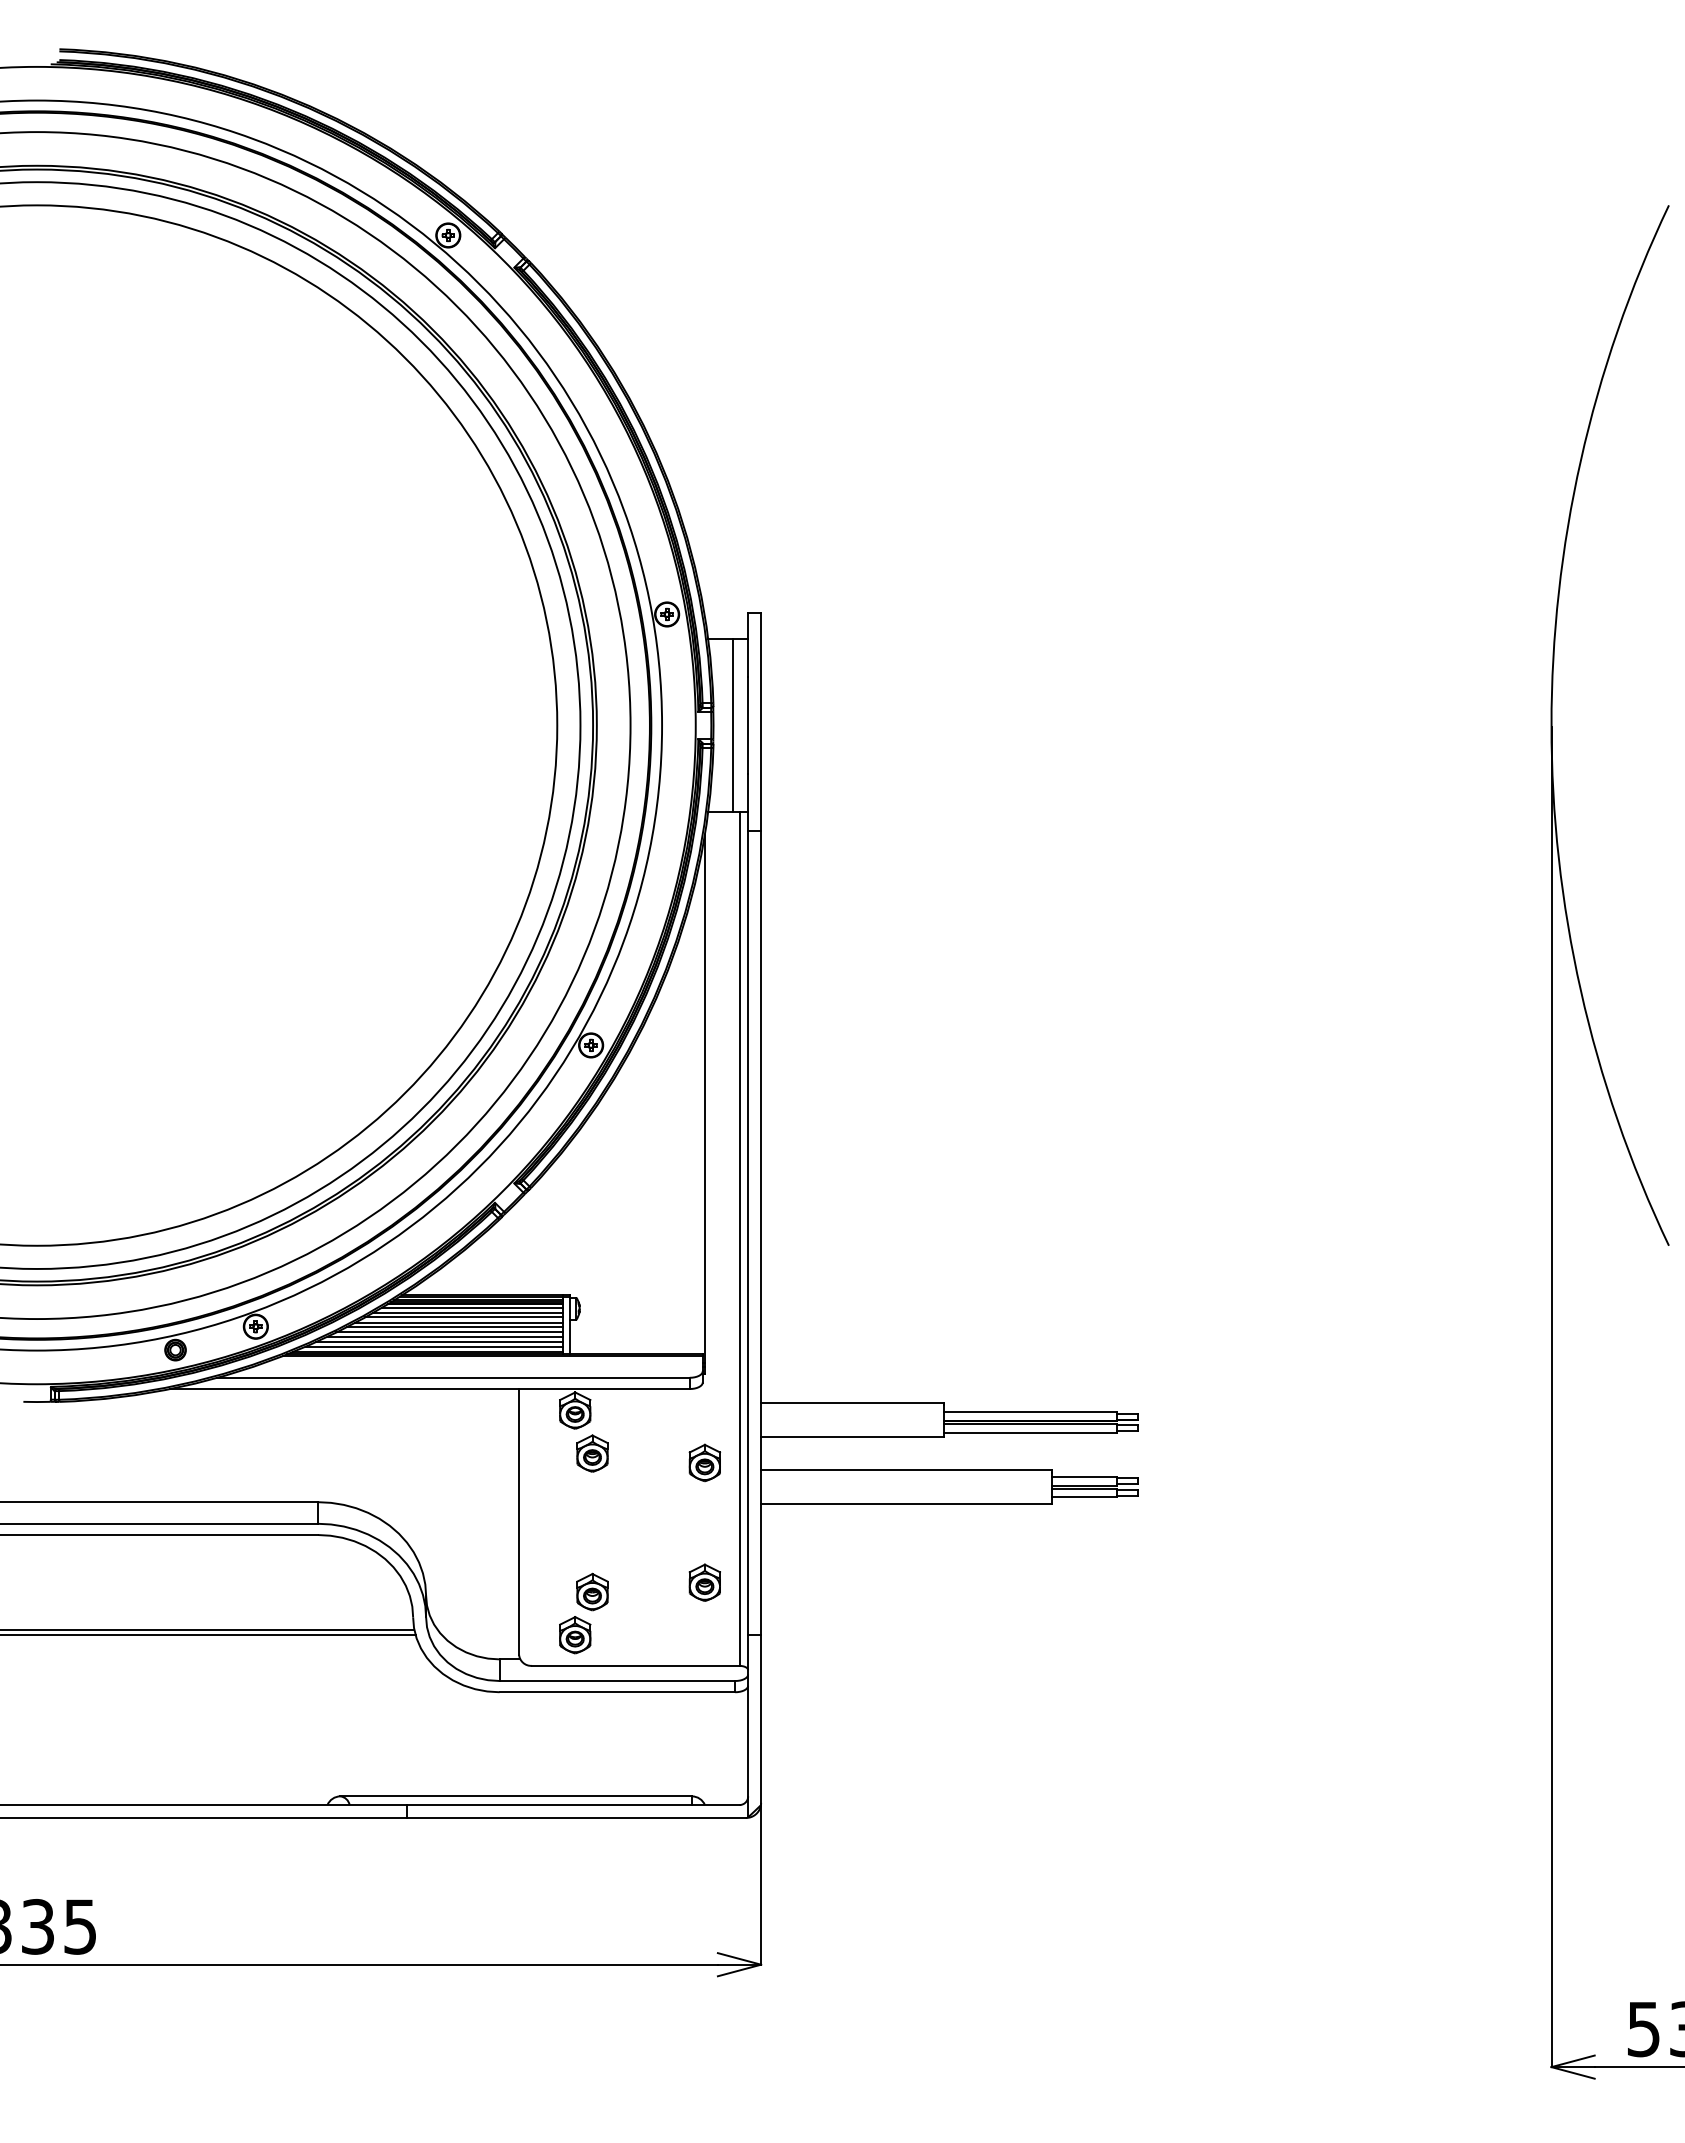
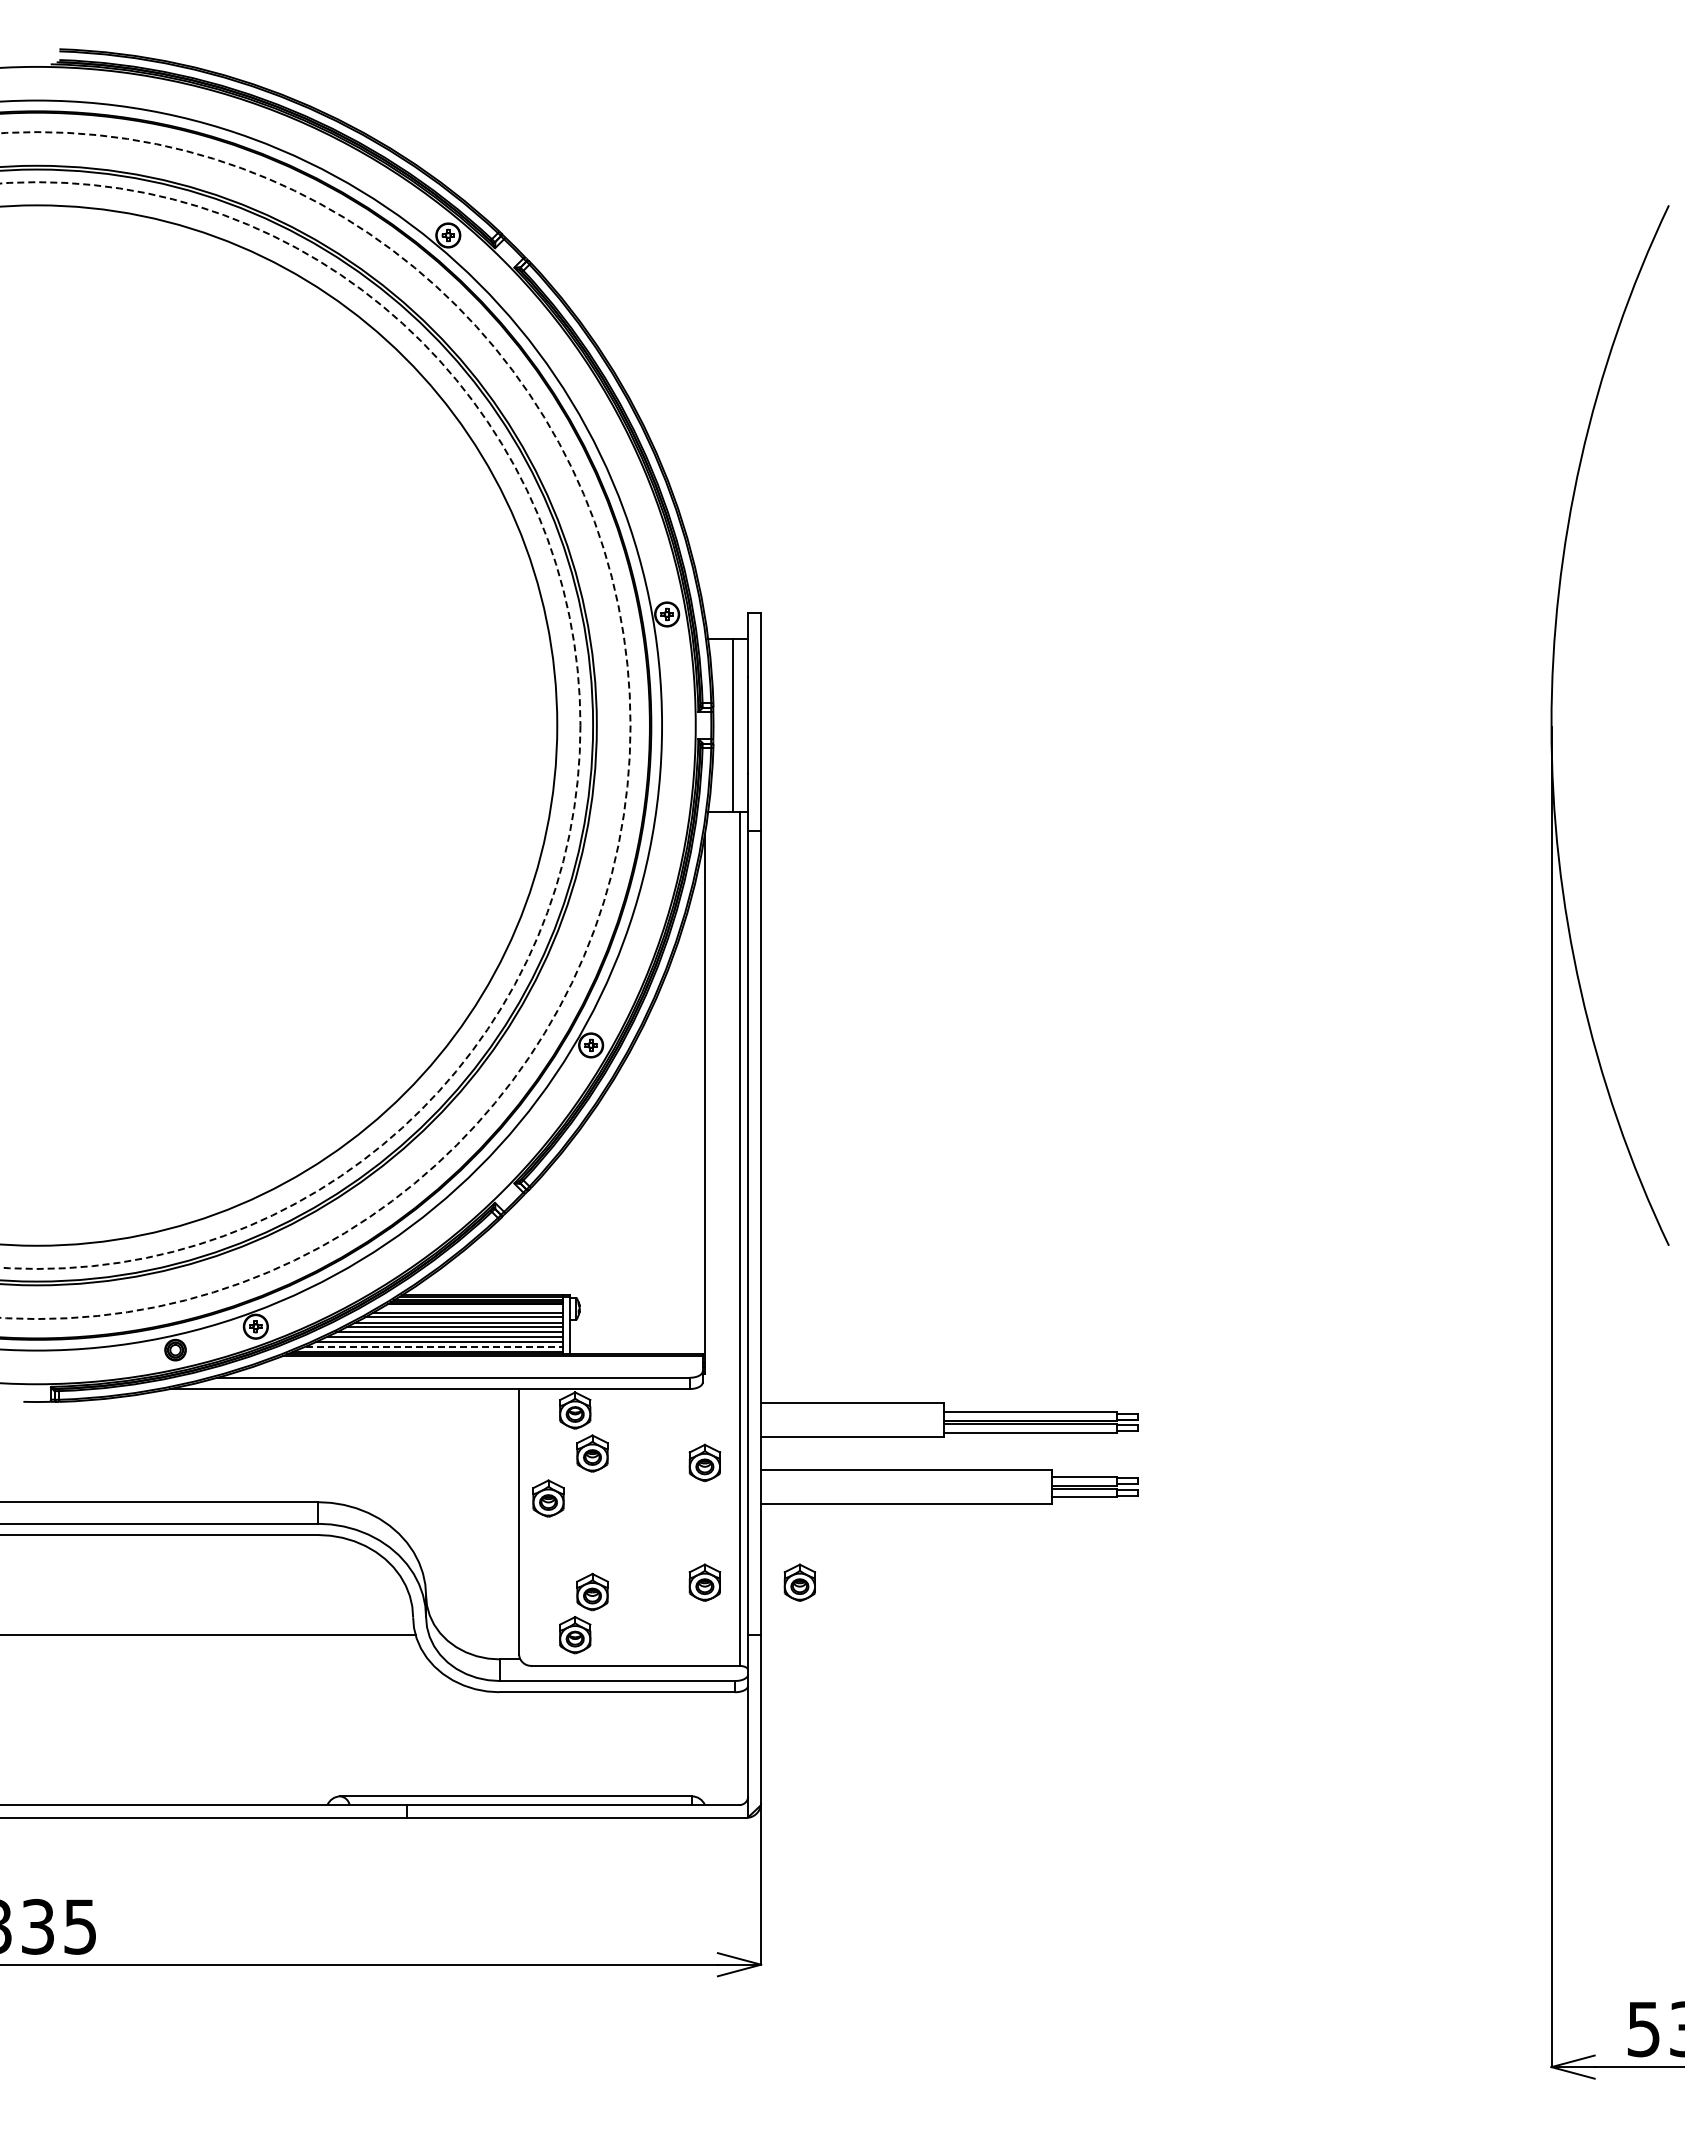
circle at (290, 725): solid -> dashed
circle at (315, 725): solid -> dashed
line at (472, 1307): present -> none
line at (434, 1346): solid -> dashed
part at (548, 1498): none -> present
part at (799, 1582): none -> present
line at (208, 1630): present -> none
